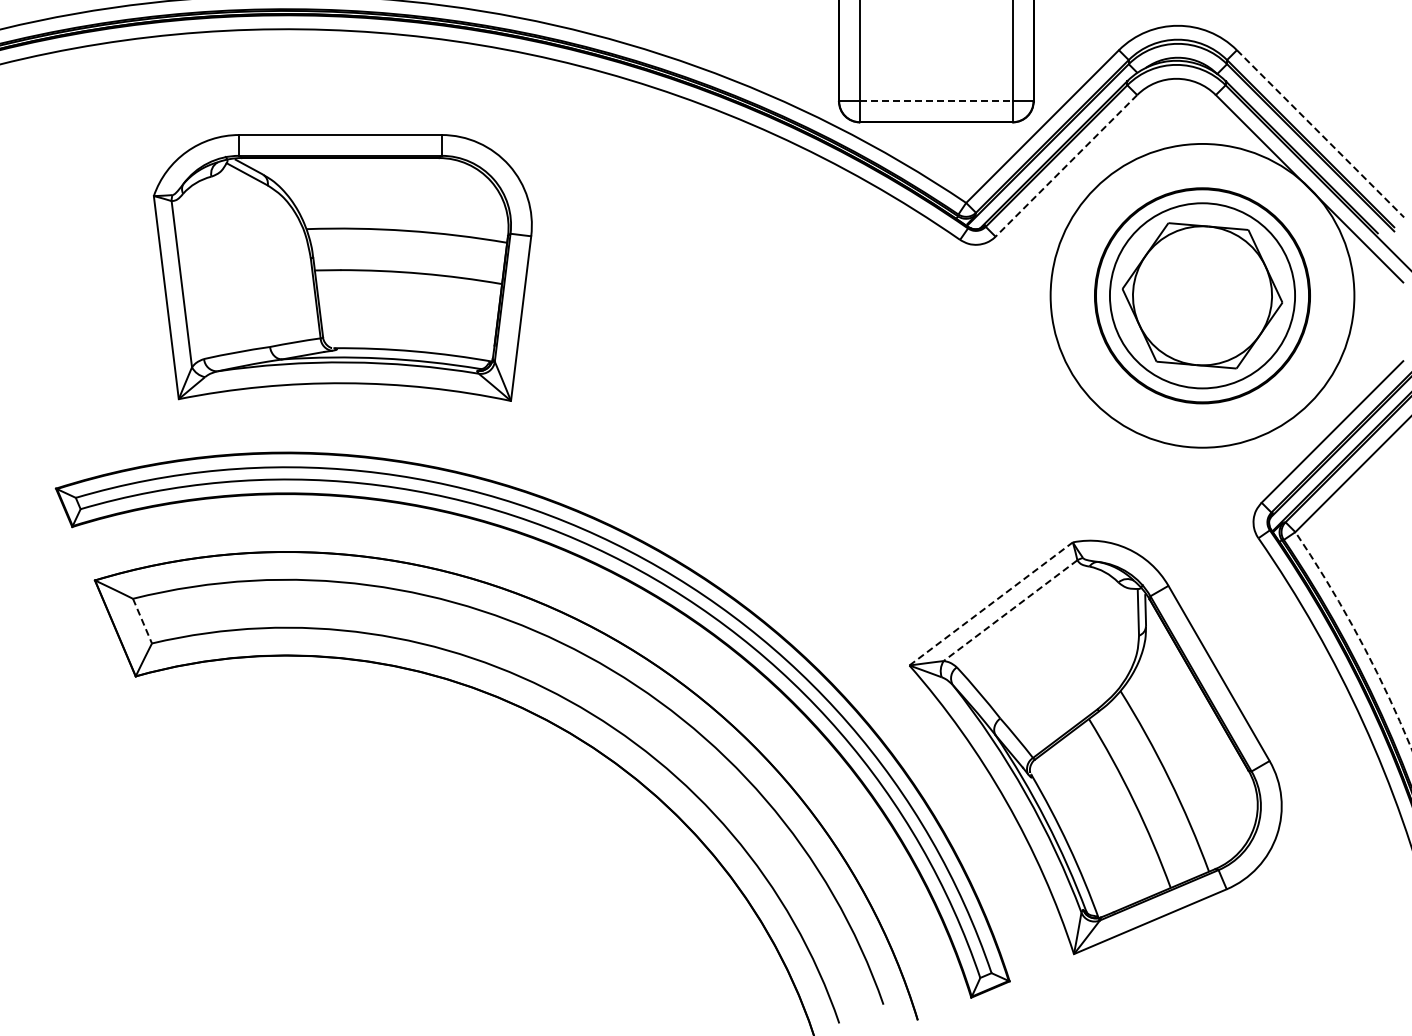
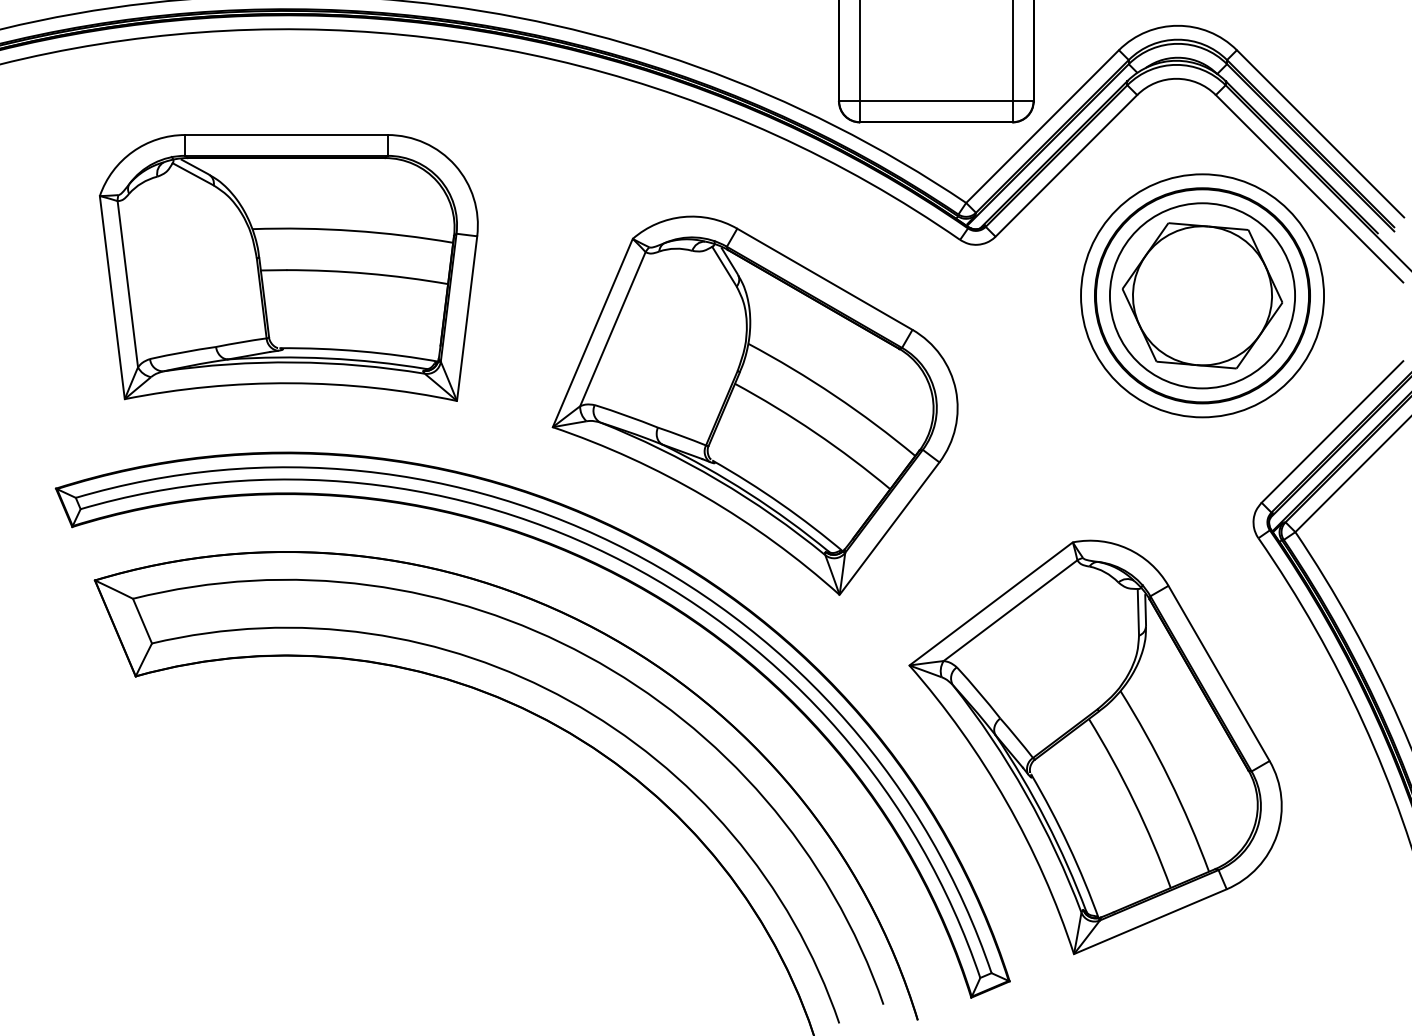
line at (936, 101): dashed -> solid
line at (1320, 134): dashed -> solid
line at (1066, 166): dashed -> solid
part at (342, 267) position: (342, 267) -> (288, 267)
circle at (1202, 295) diameter: 304 px -> 243 px
part at (754, 405): none -> present
line at (991, 603): dashed -> solid
line at (1010, 610): dashed -> solid
line at (142, 621): dashed -> solid
arc at (1358, 637): dashed -> solid
